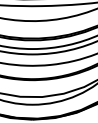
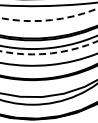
arc at (50, 20): solid -> dashed
arc at (50, 53): solid -> dashed
